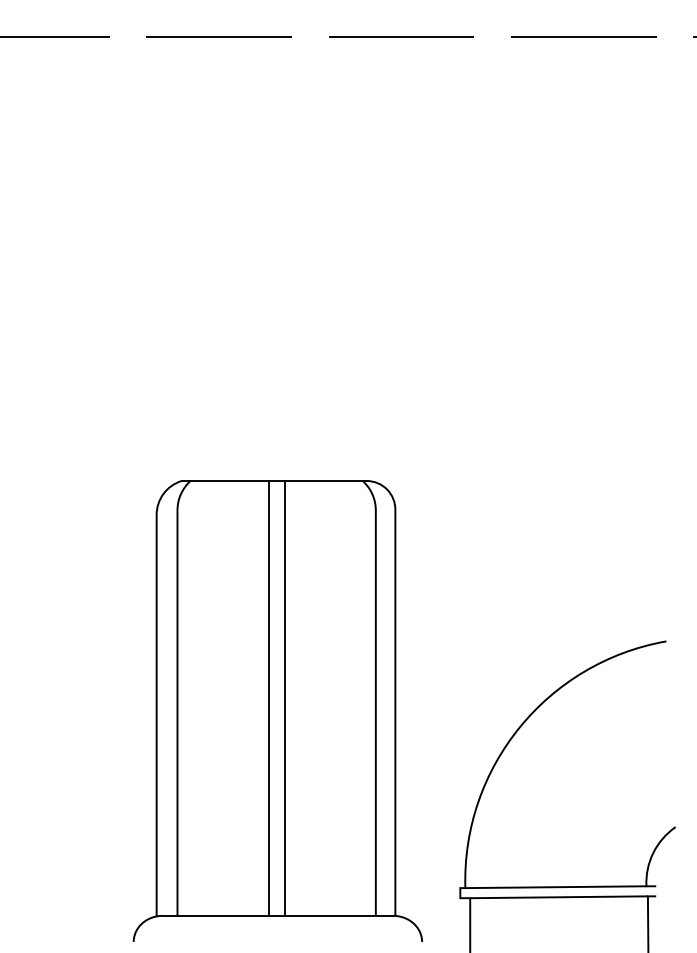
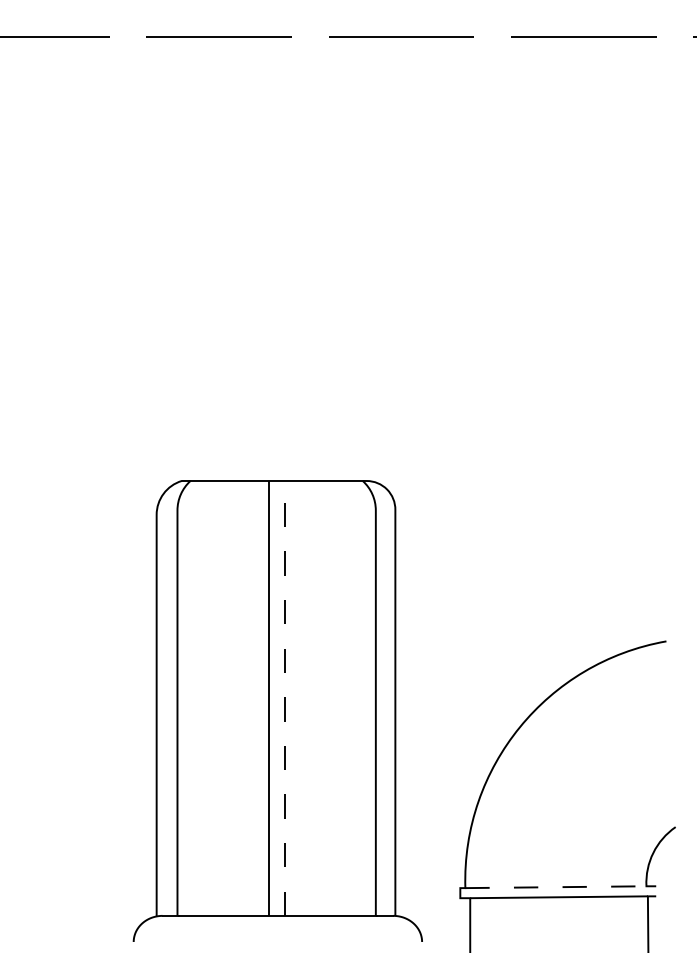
line at (284, 697): solid -> dashed
line at (555, 887): solid -> dashed
